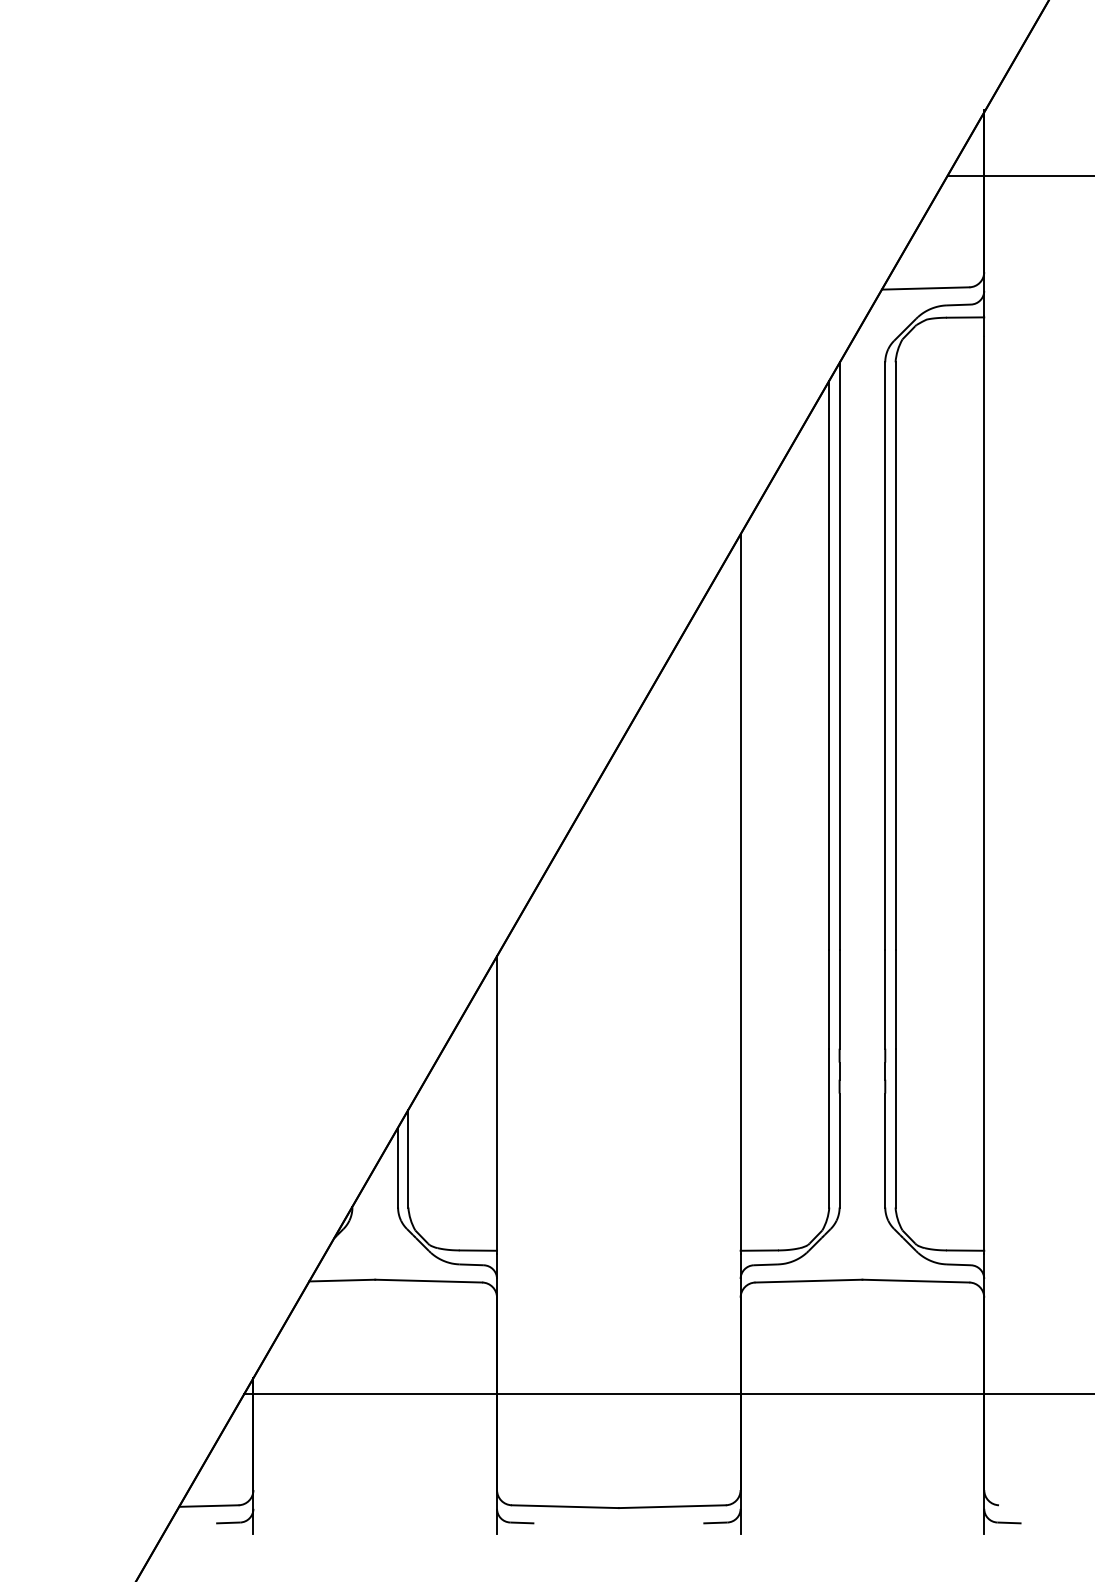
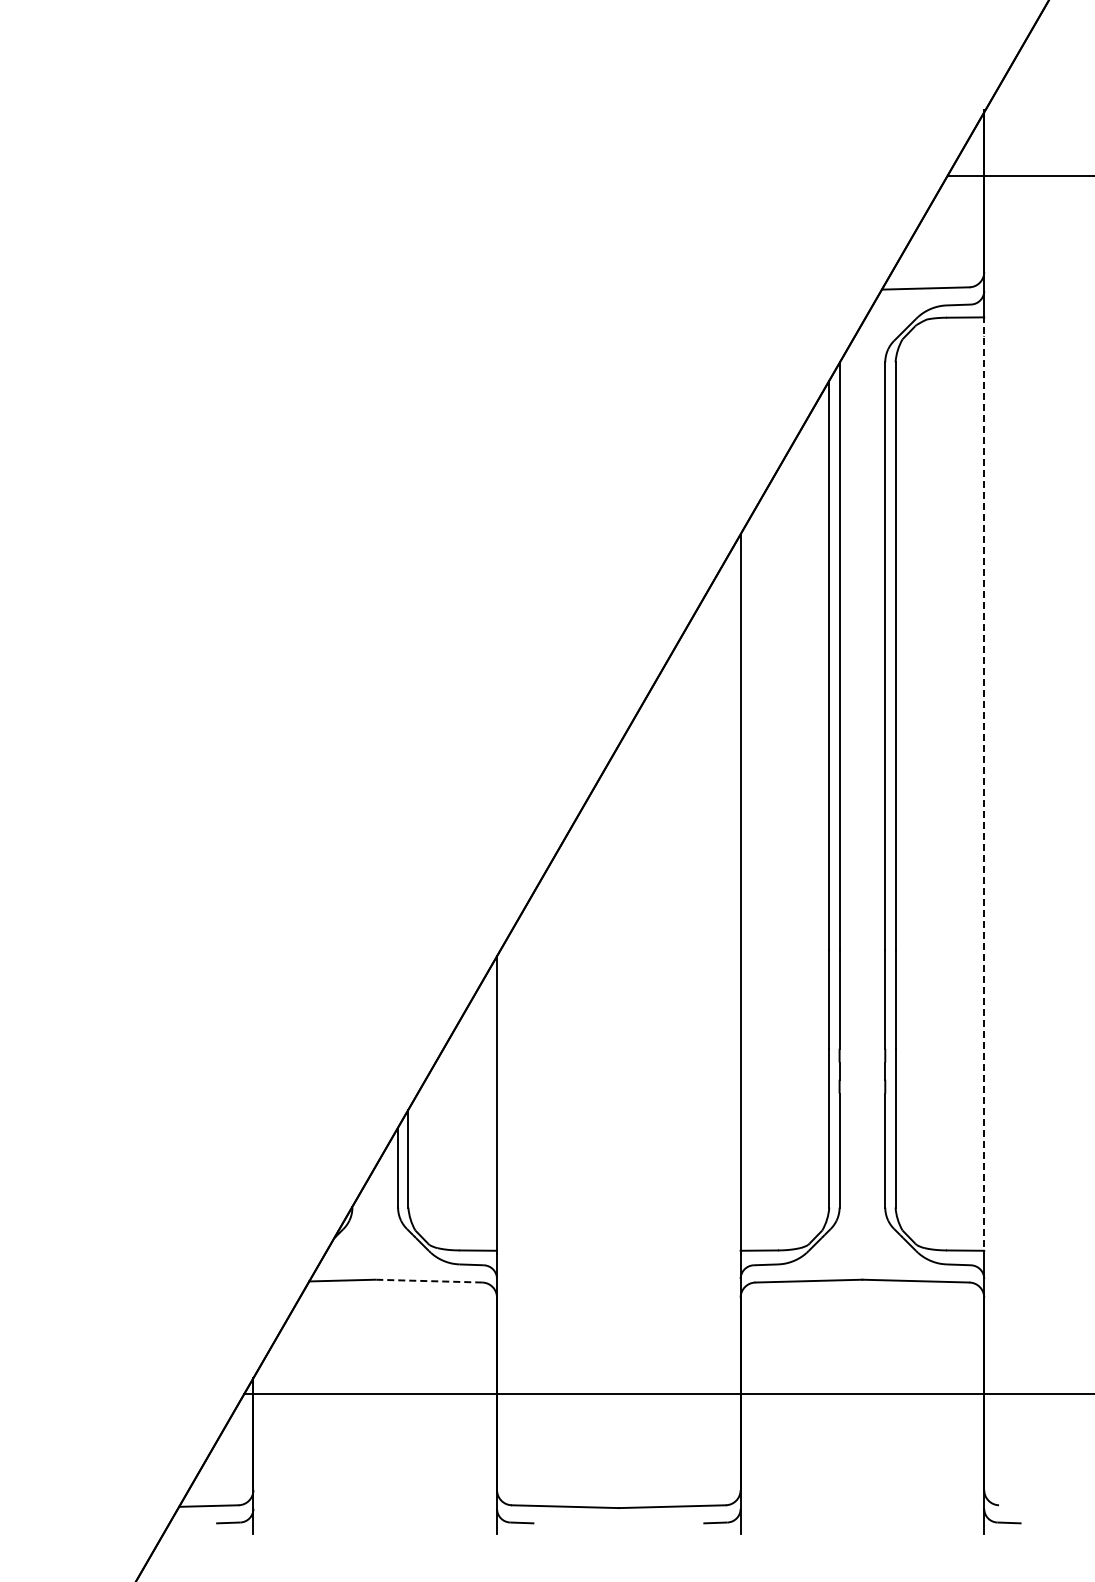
line at (984, 785): solid -> dashed
line at (428, 1281): solid -> dashed
